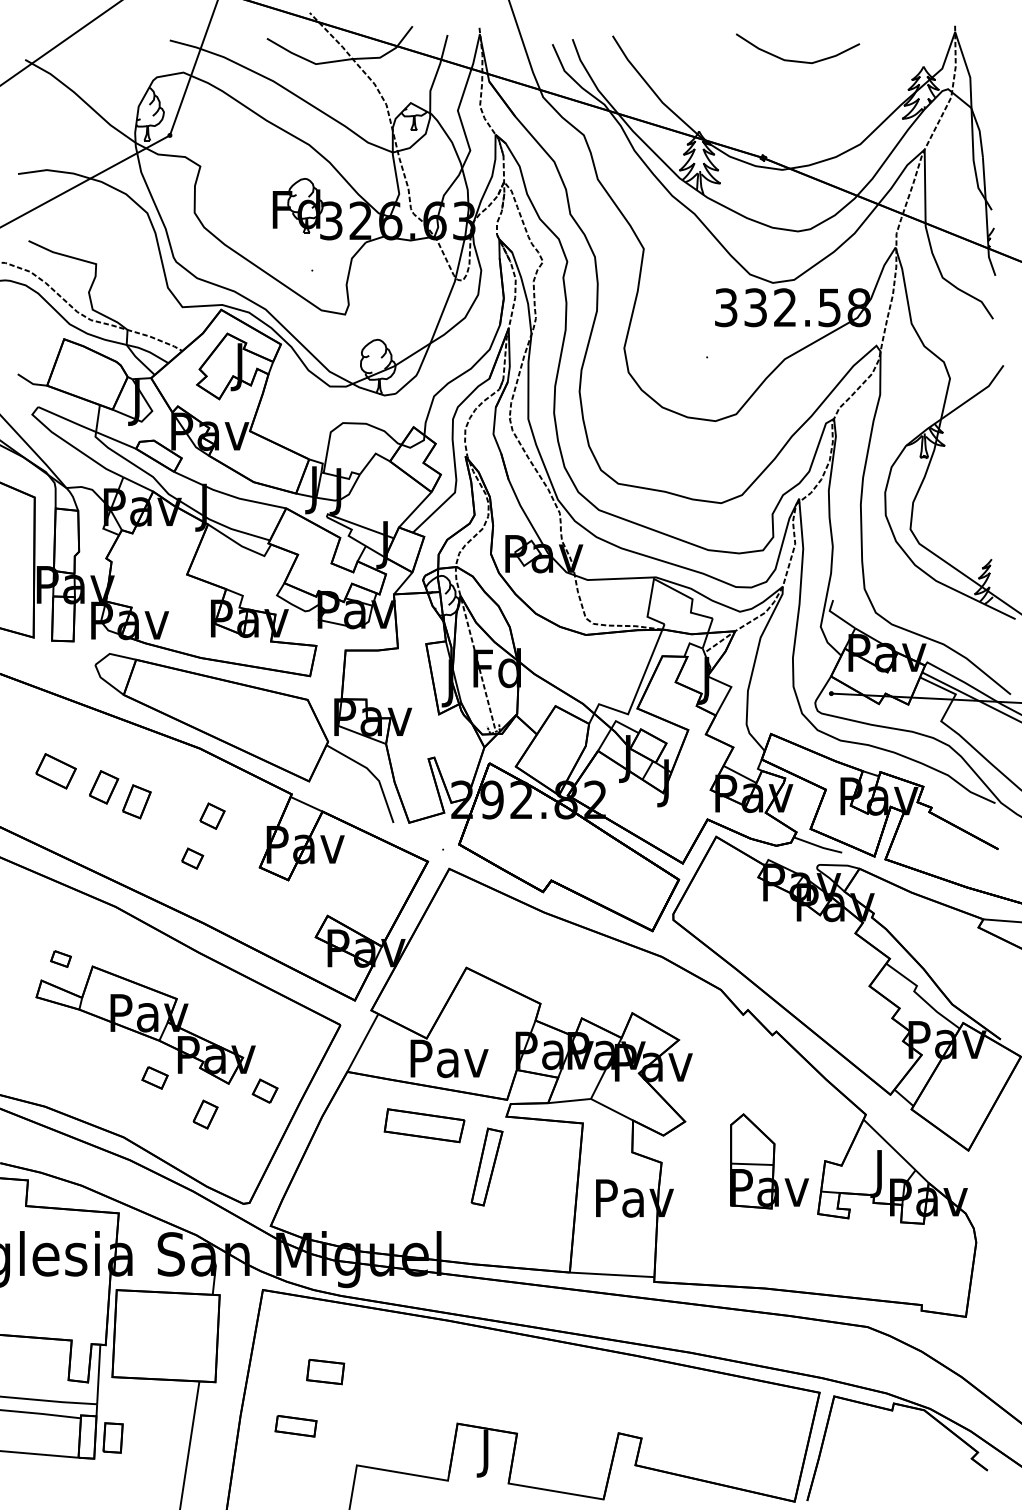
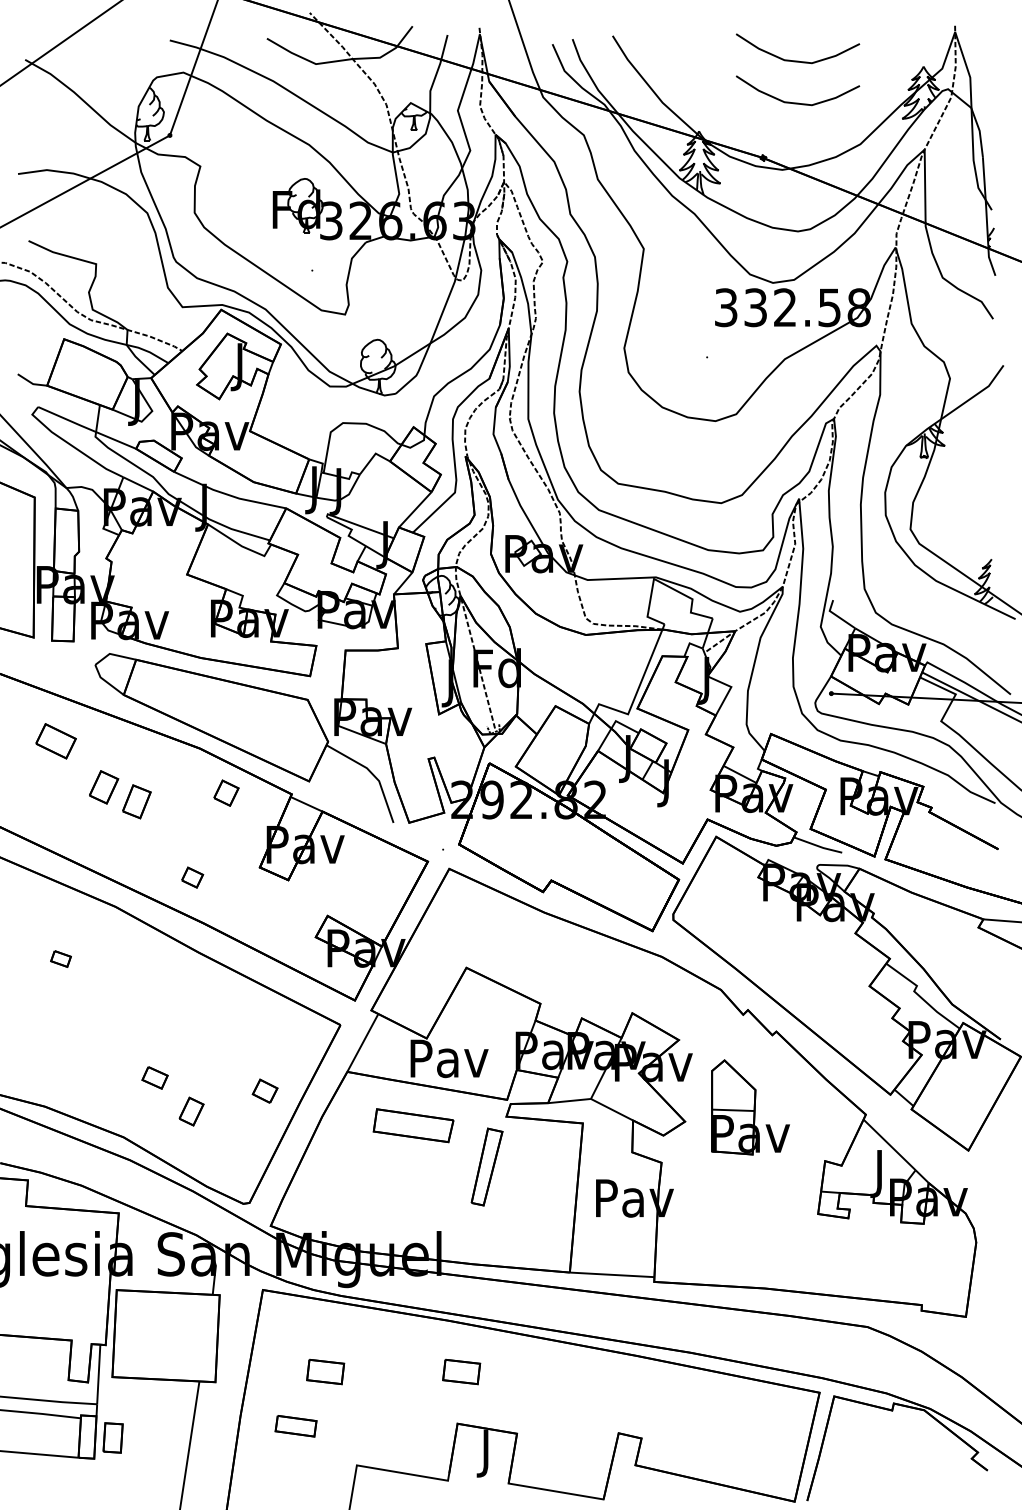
curve at (797, 102): none -> present
part at (55, 771) position: (55, 771) -> (55, 741)
part at (212, 815) position: (212, 815) -> (226, 792)
part at (192, 858) position: (192, 858) -> (192, 877)
part at (145, 1024): present -> none
part at (205, 1114) position: (205, 1114) -> (191, 1111)
part at (424, 1125) position: (424, 1125) -> (413, 1125)
part at (769, 1161) position: (769, 1161) -> (750, 1107)
part at (461, 1371): none -> present
